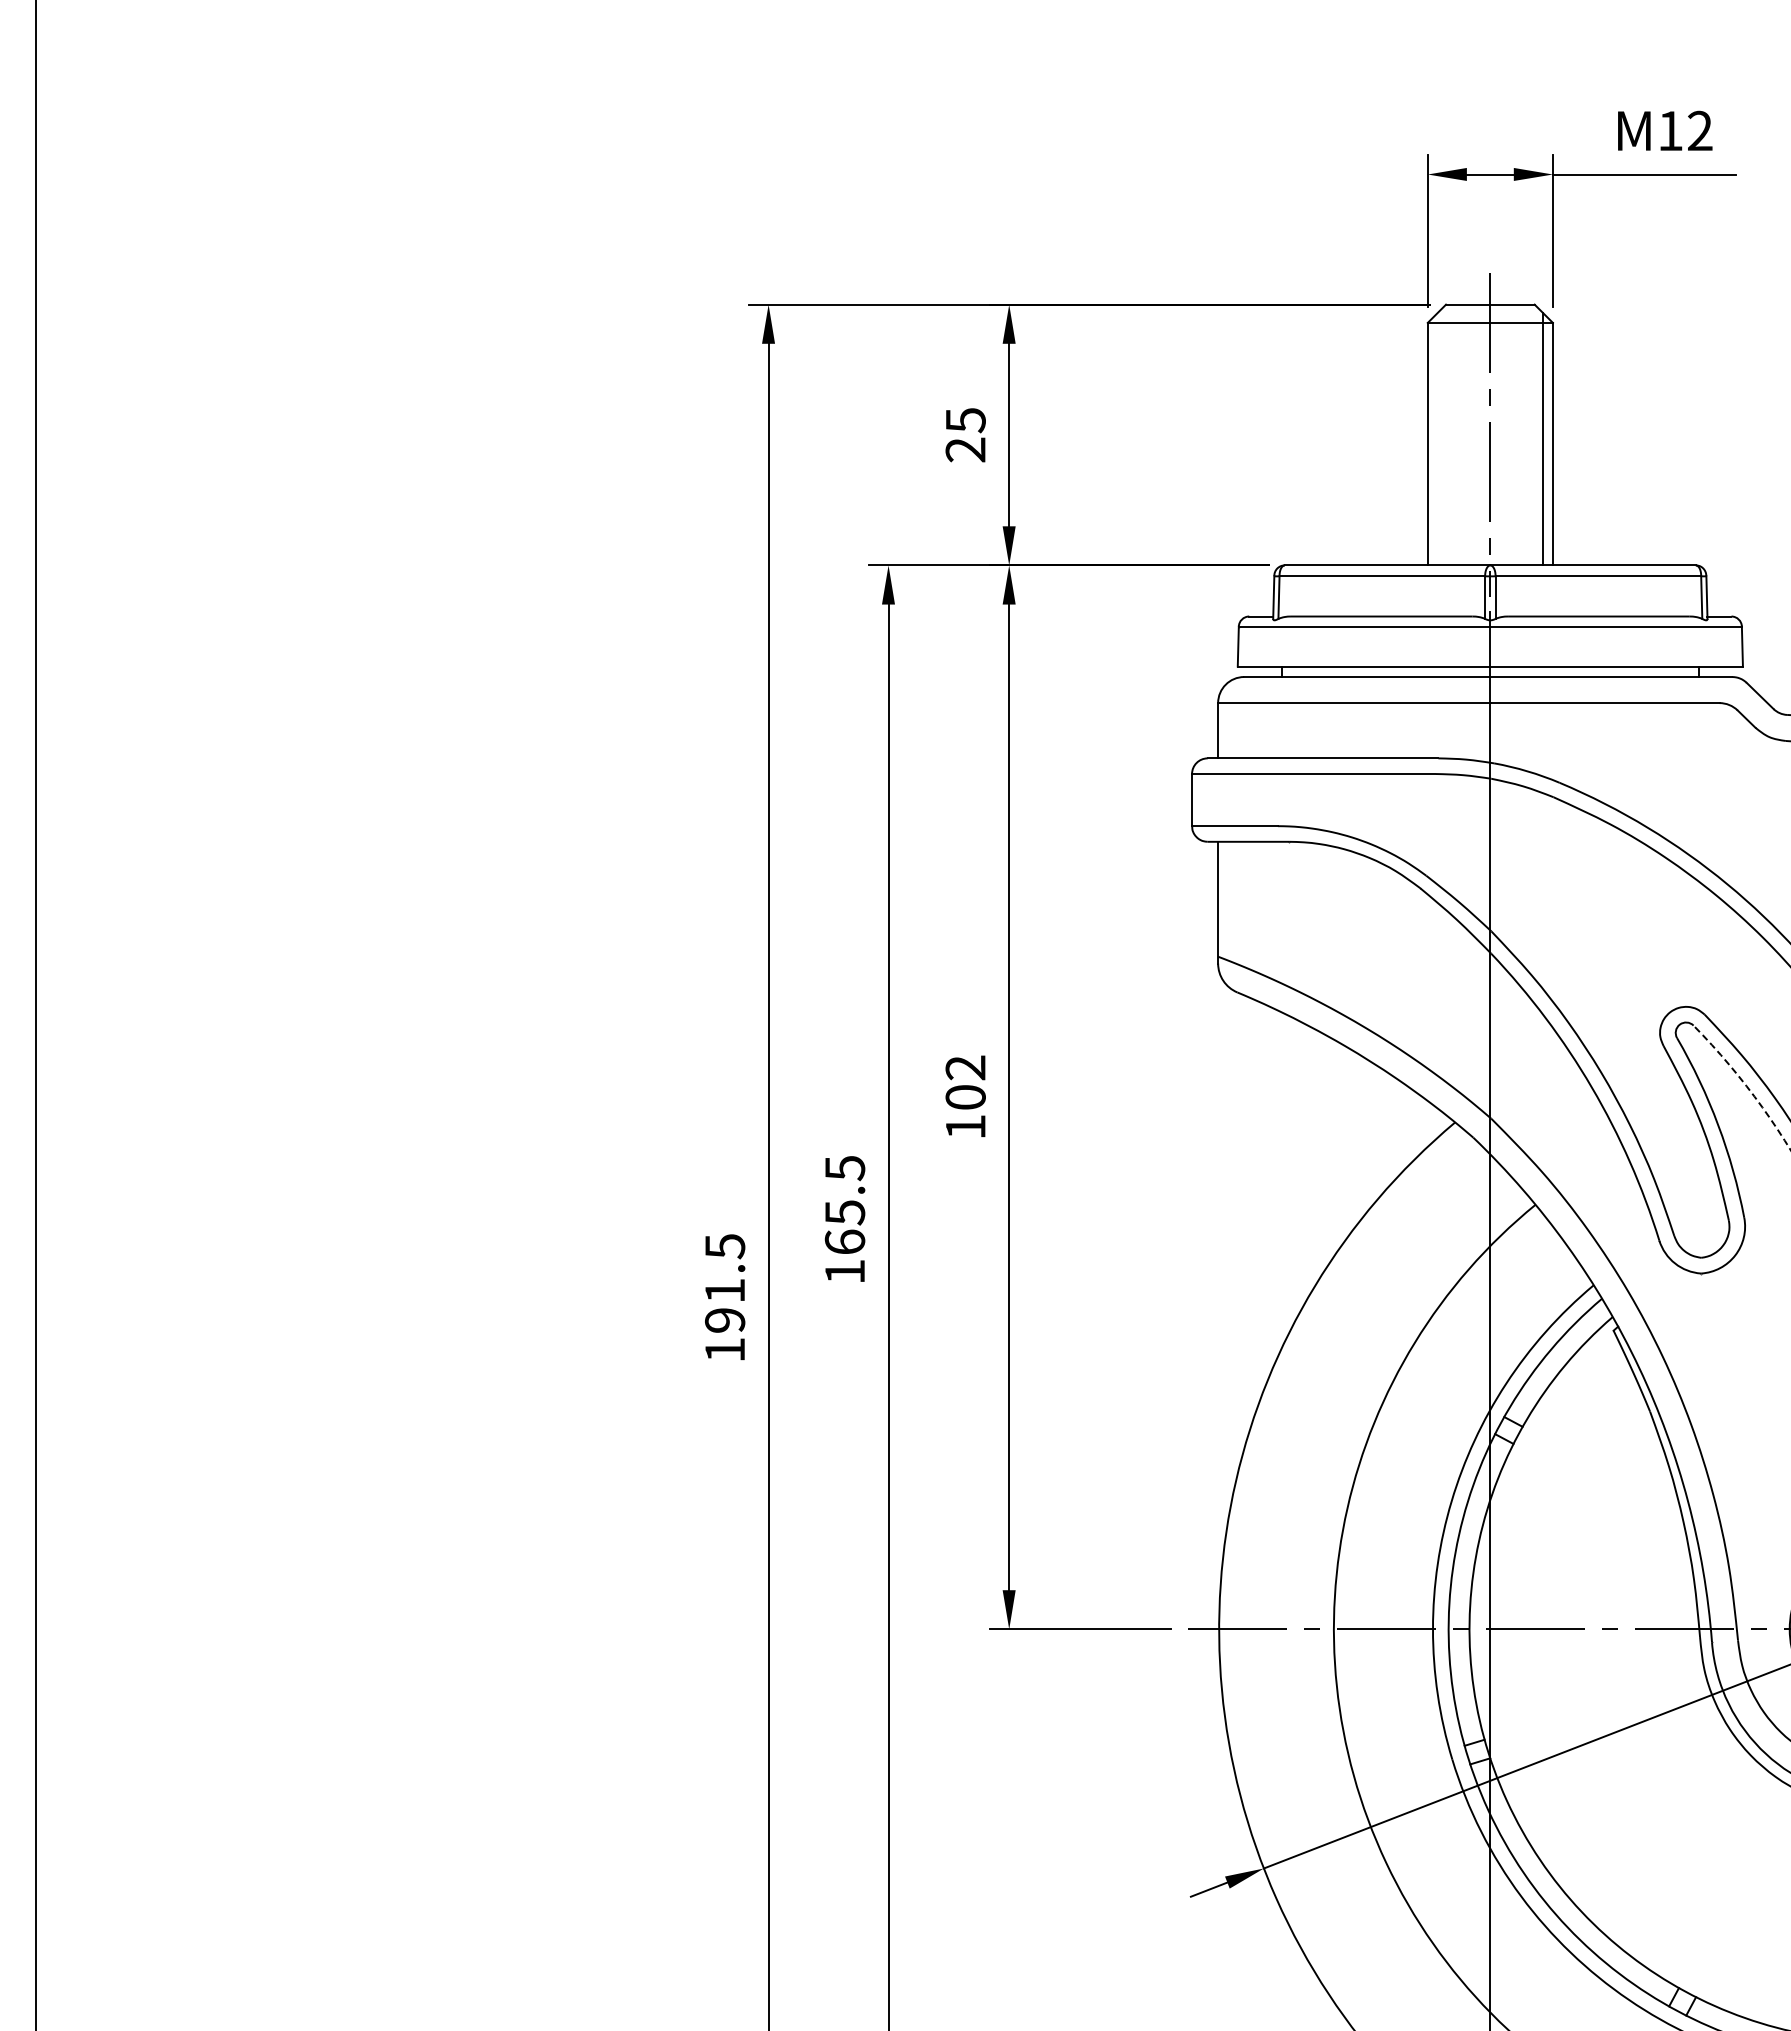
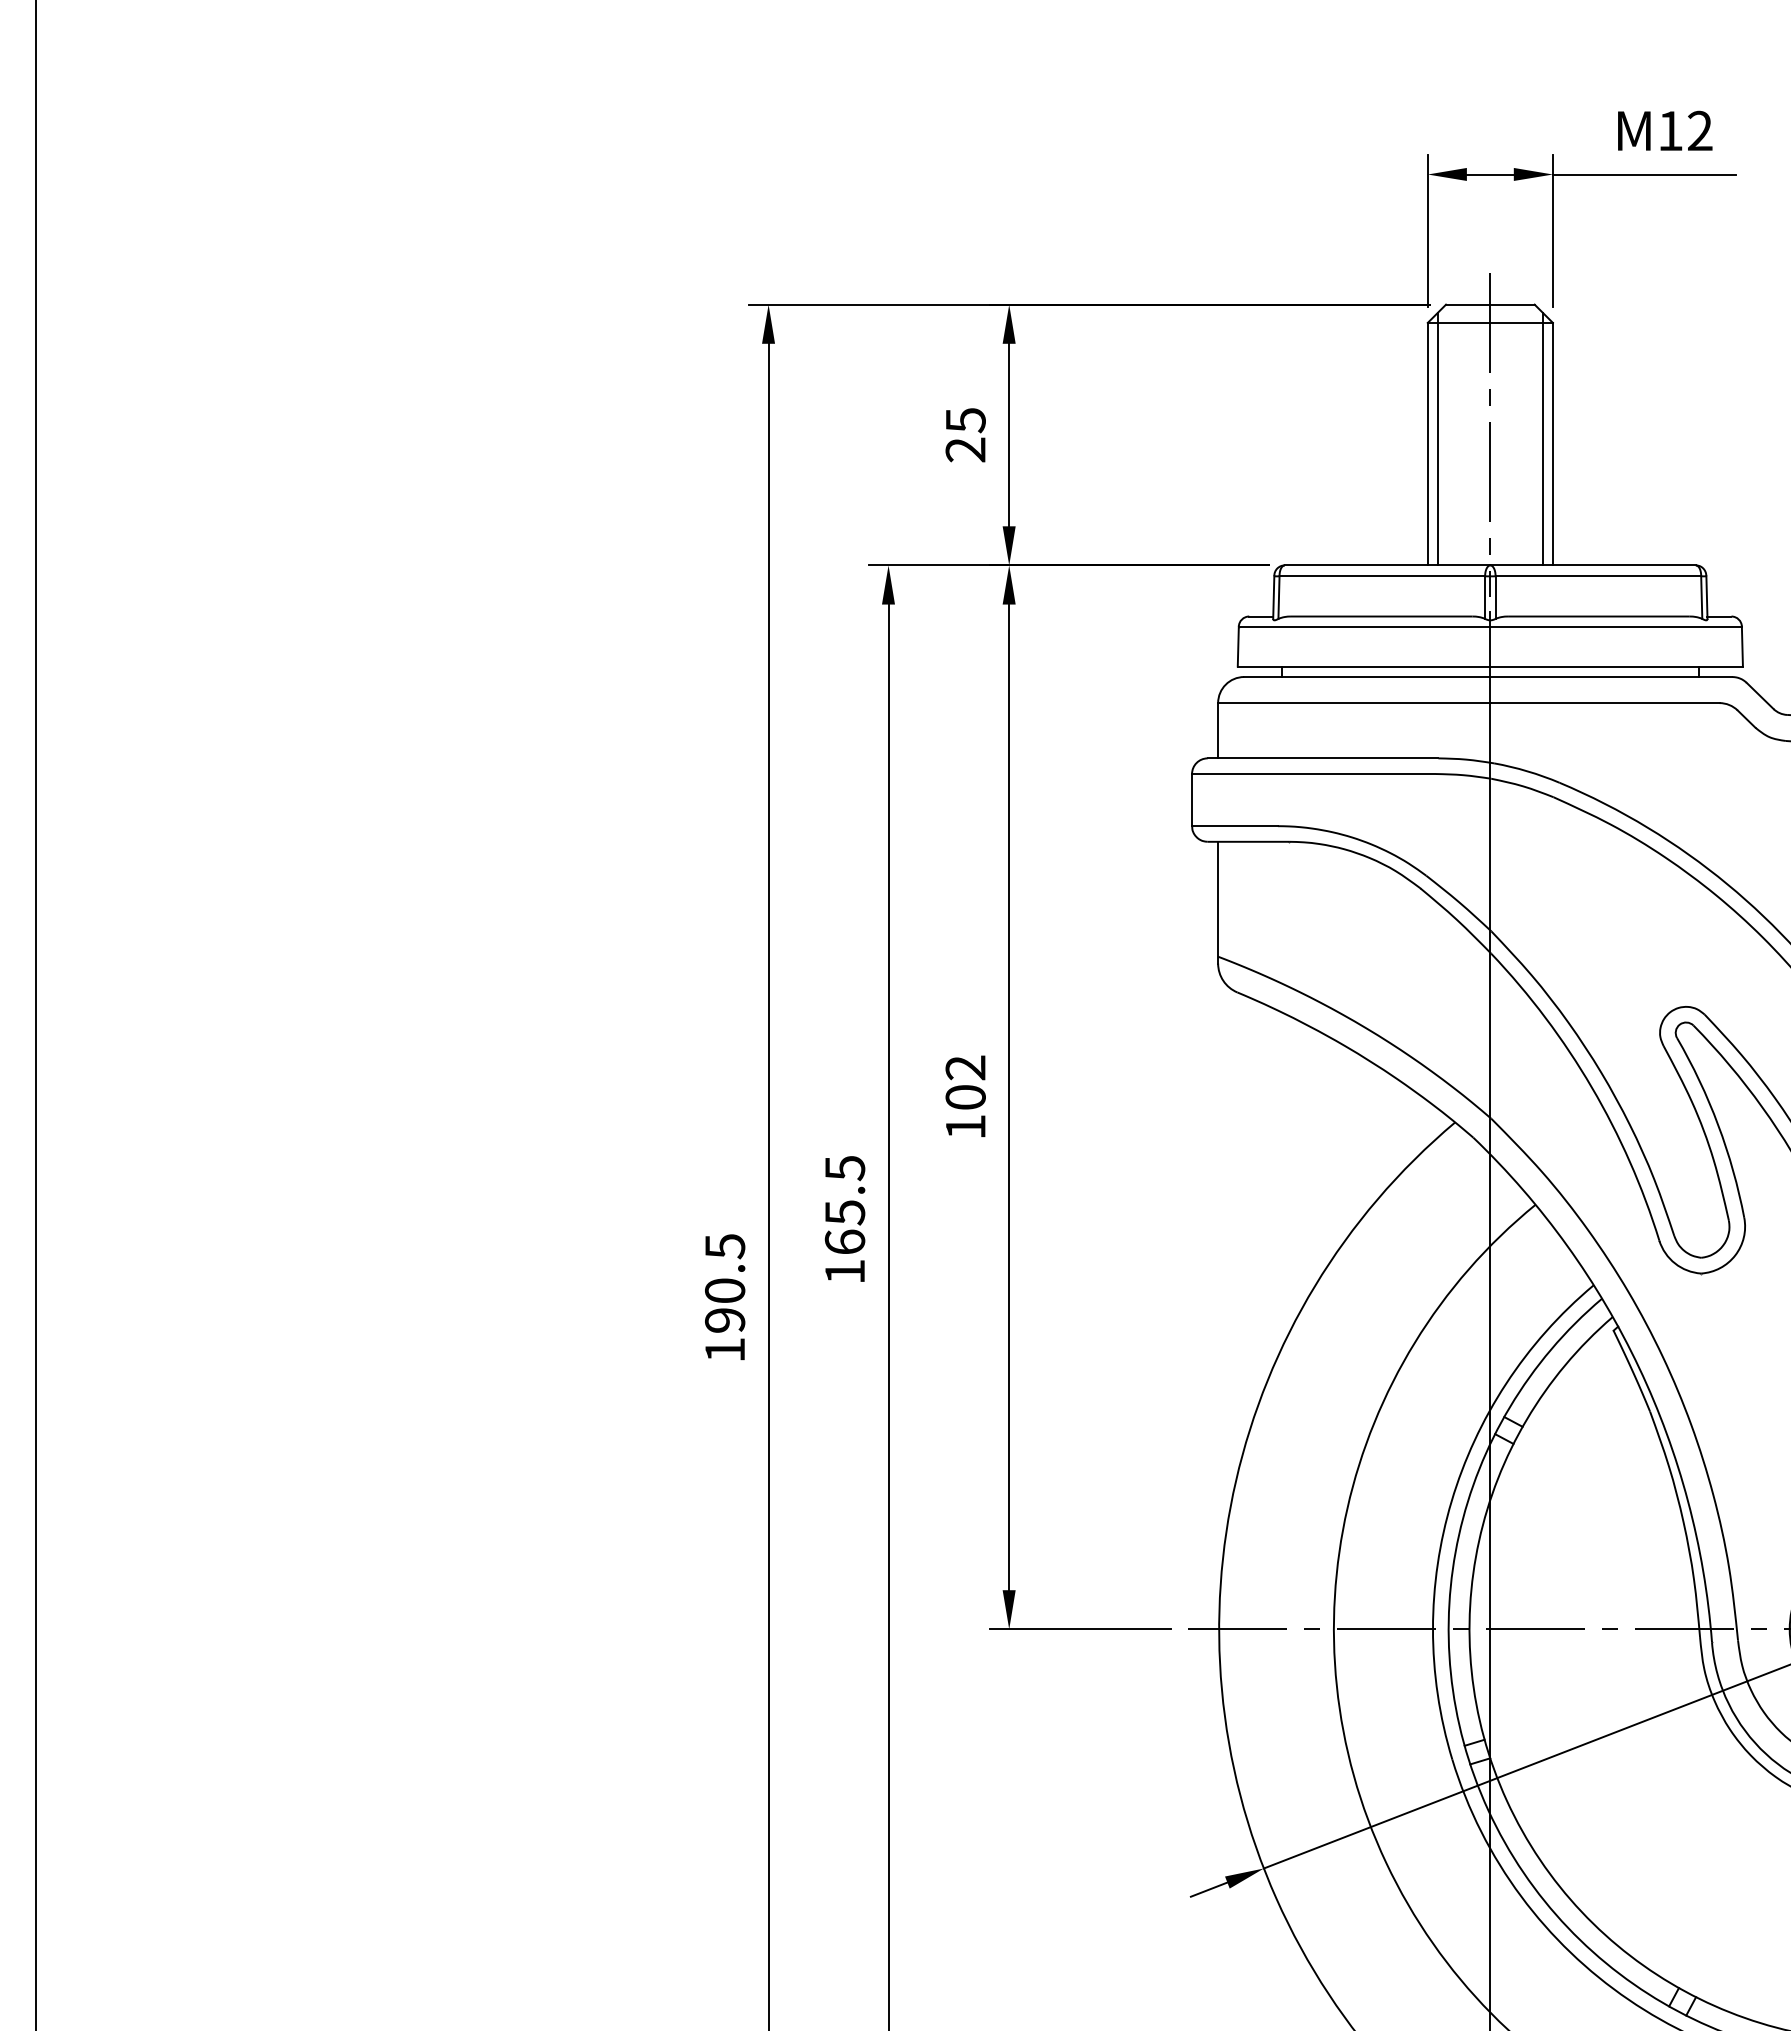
line at (1437, 439): none -> present
arc at (1745, 1085): dashed -> solid
text at (725, 1290): 191.5 -> 190.5
